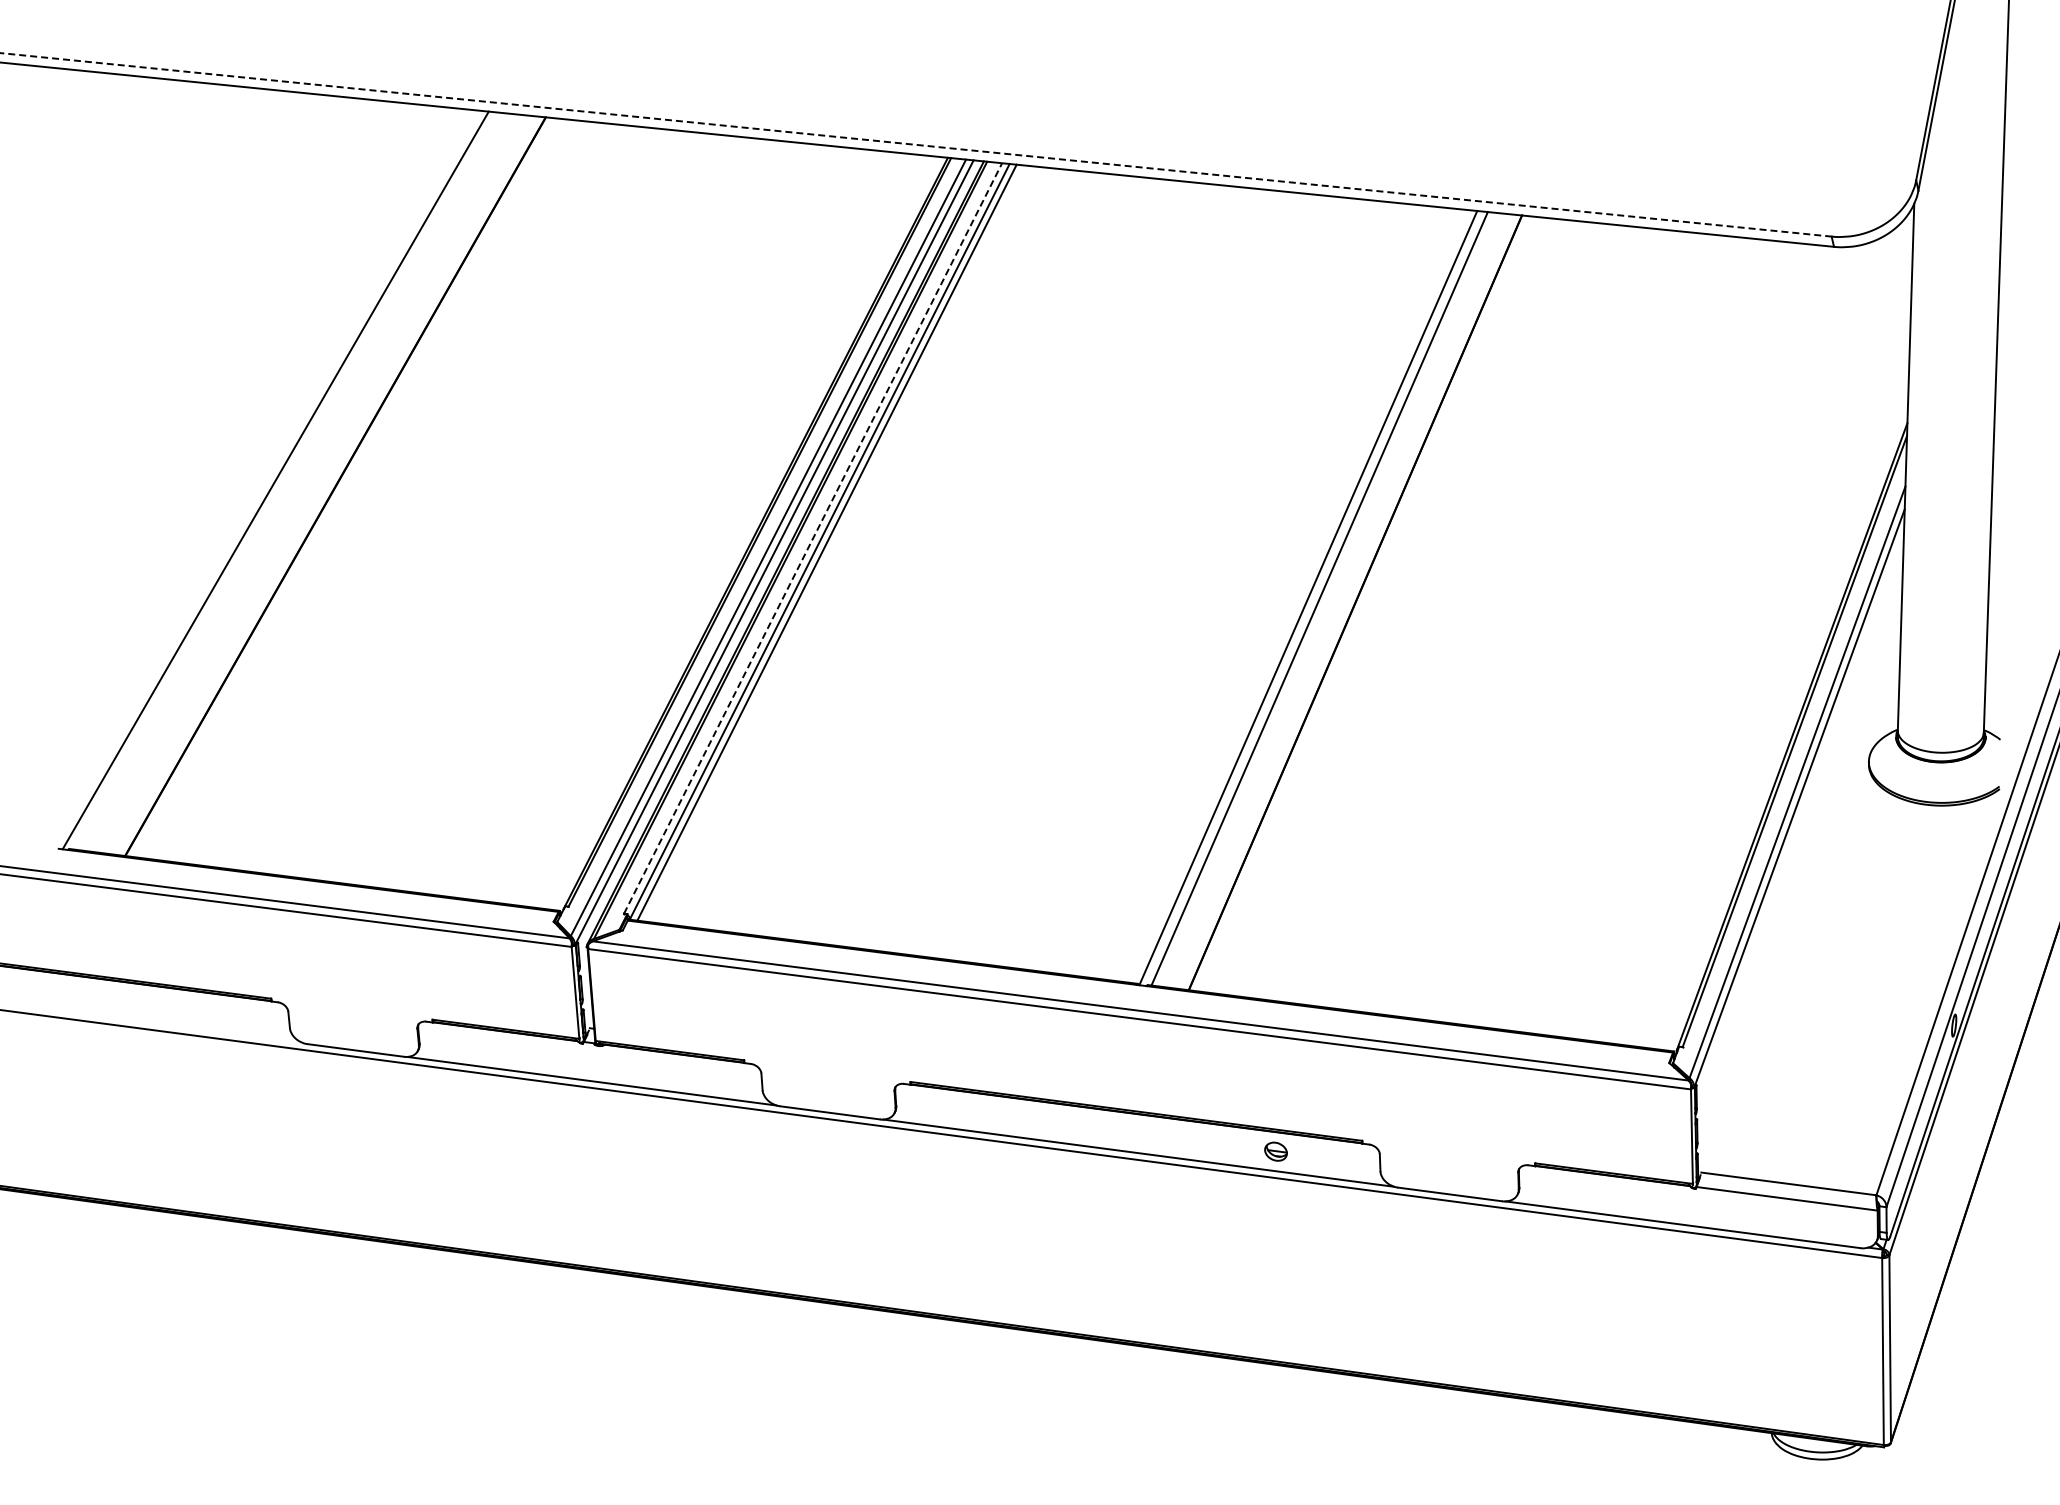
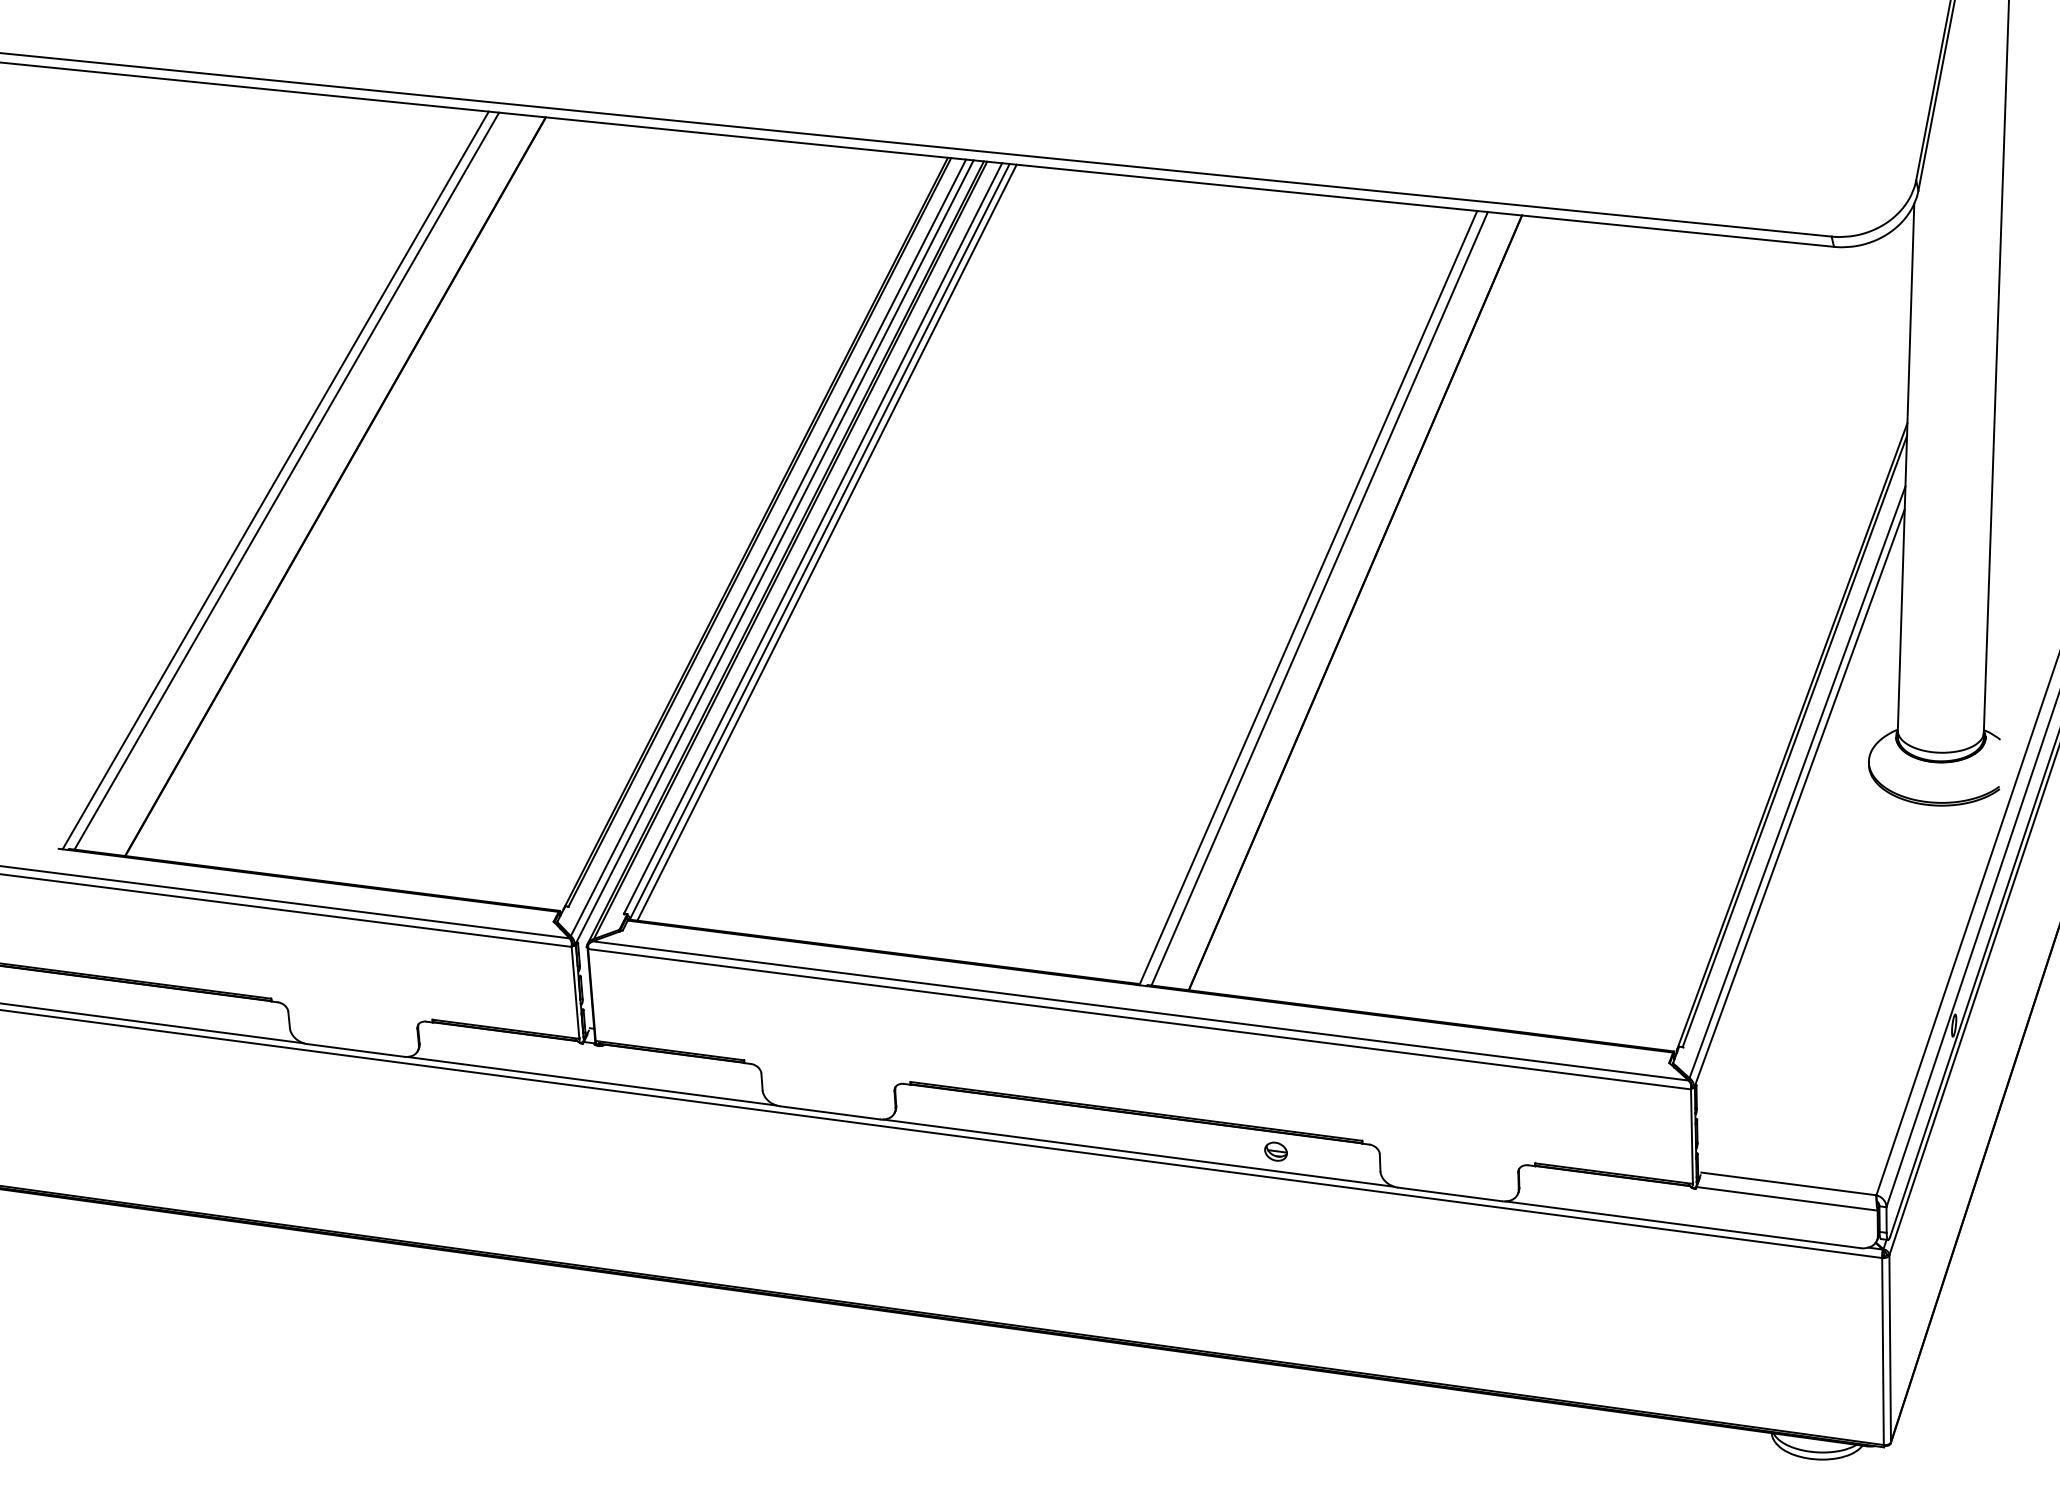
line at (916, 144): dashed -> solid
line at (286, 480): none -> present
line at (813, 538): dashed -> solid
line at (153, 1023): none -> present
